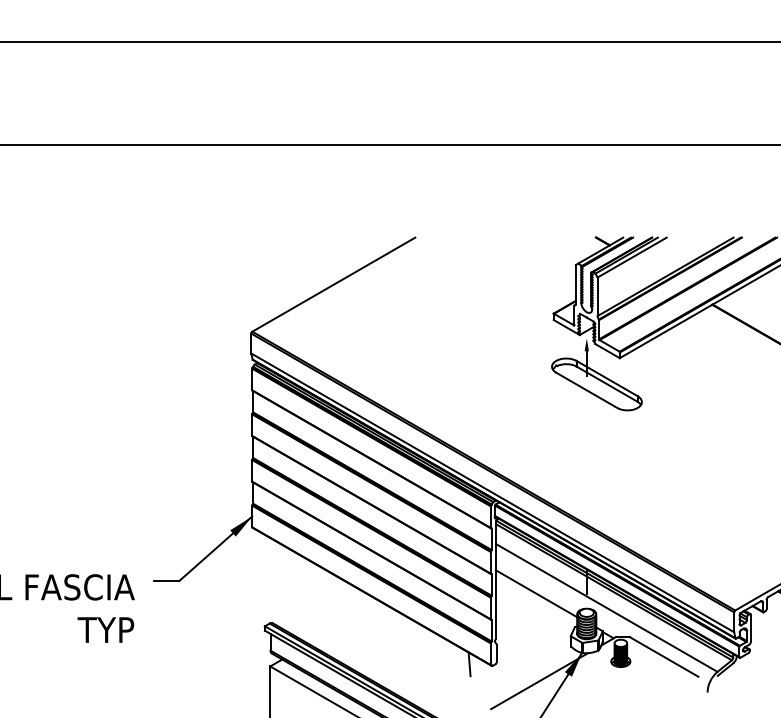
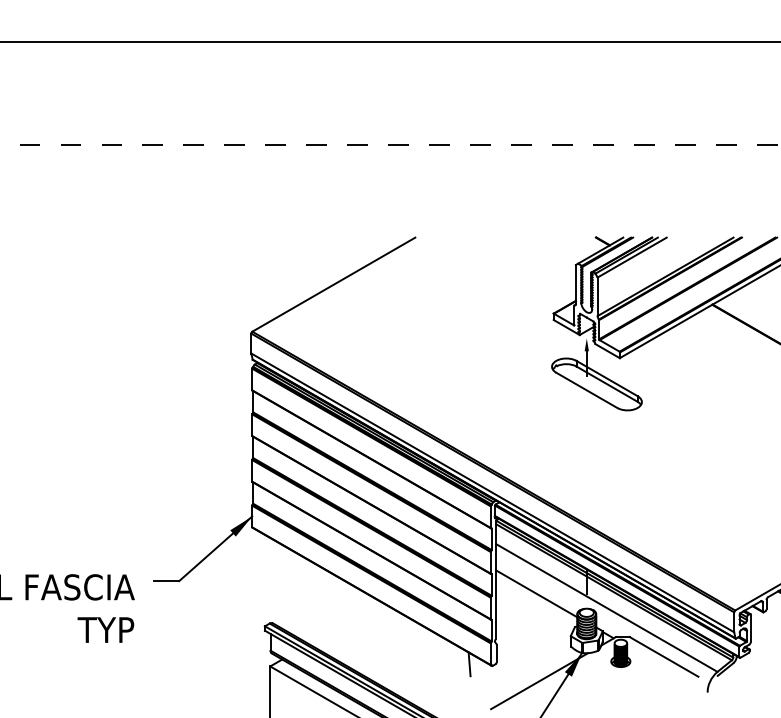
line at (390, 144): solid -> dashed
